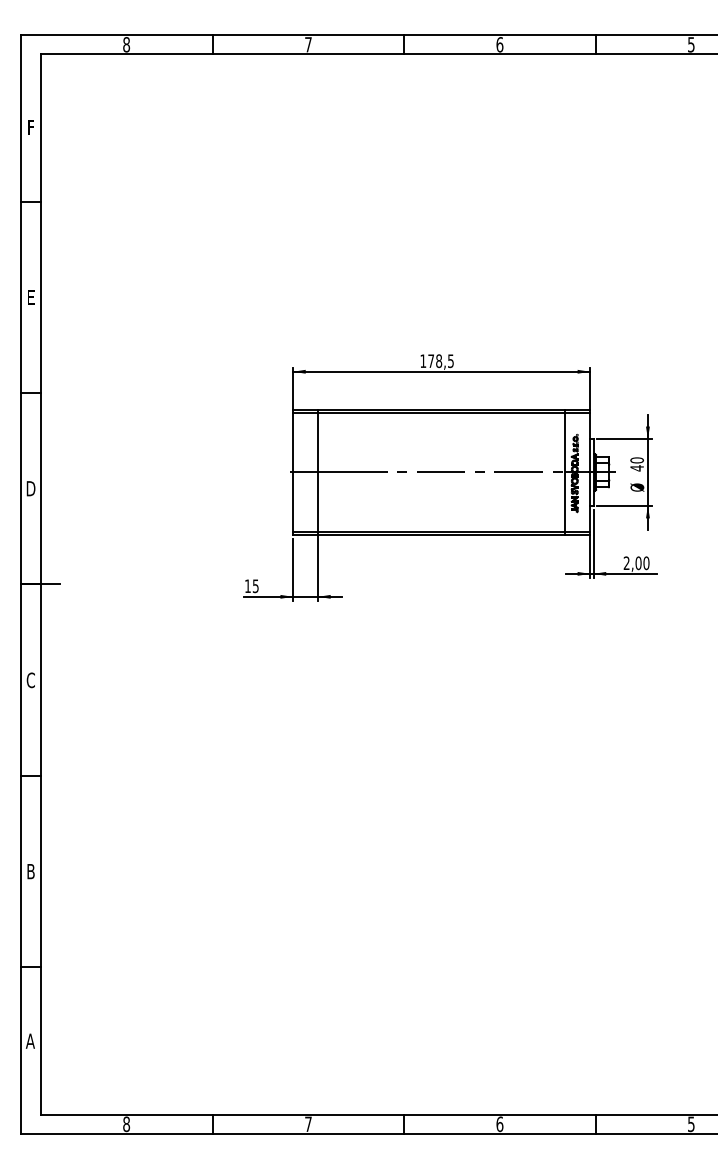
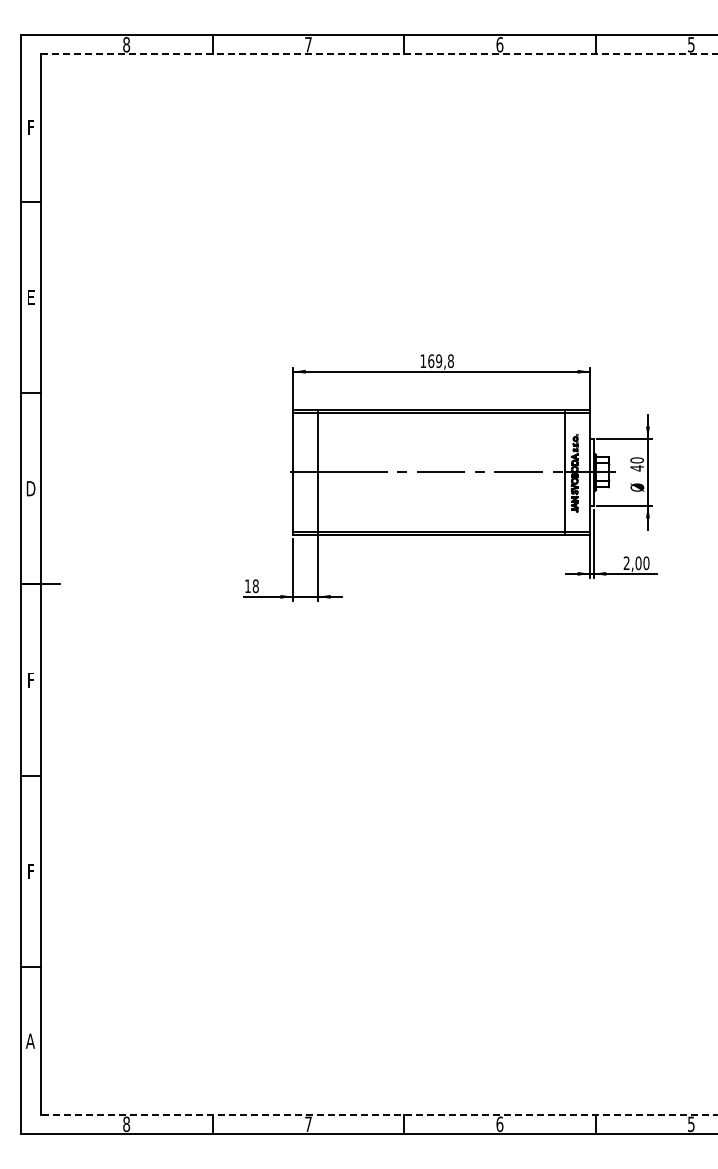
line at (379, 54): solid -> dashed
text at (440, 361): 178,5 -> 169,8
text at (255, 586): 15 -> 18
text at (30, 680): C -> F
text at (30, 871): B -> F
line at (378, 1114): solid -> dashed
